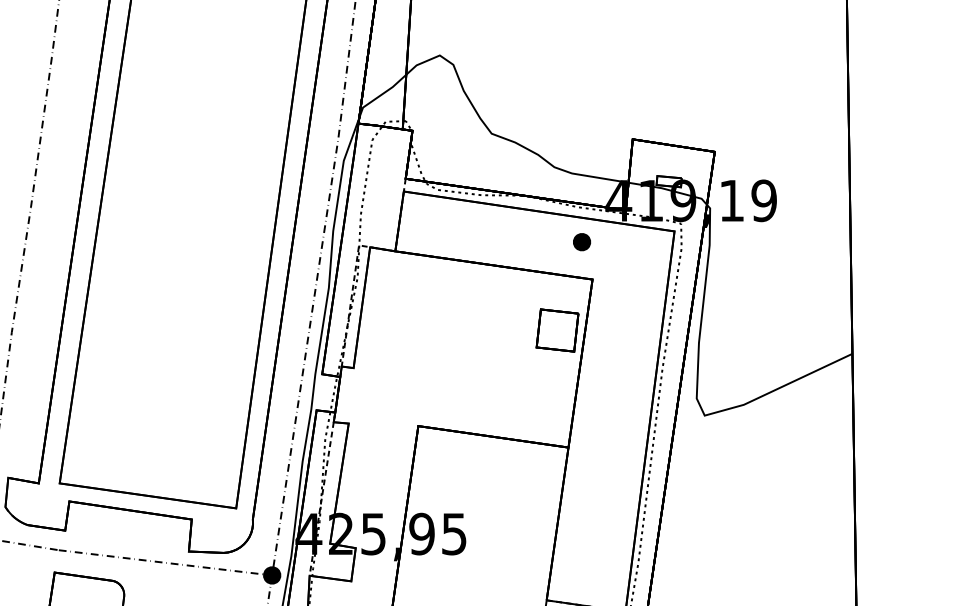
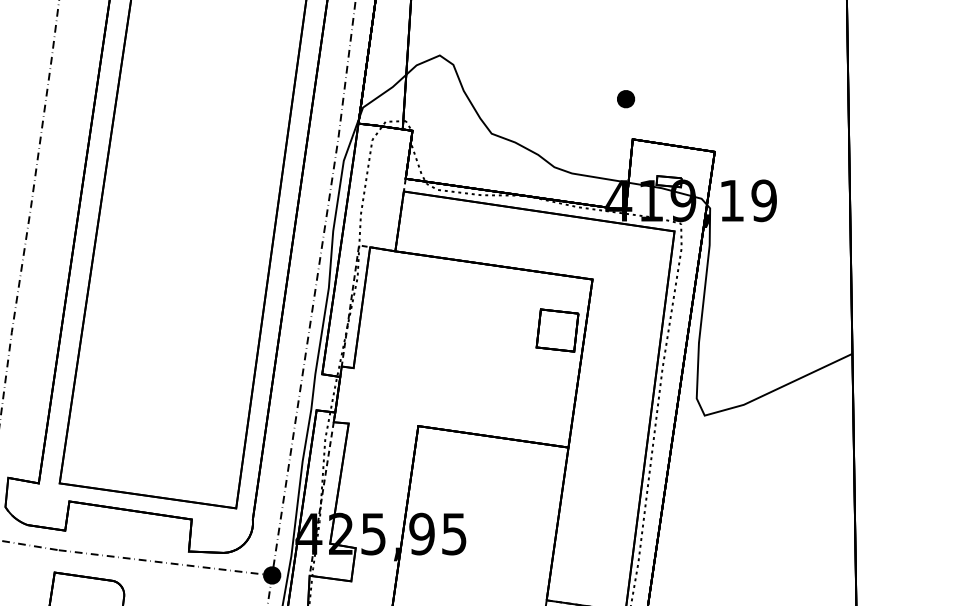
part at (581, 242) position: (581, 242) -> (625, 99)
